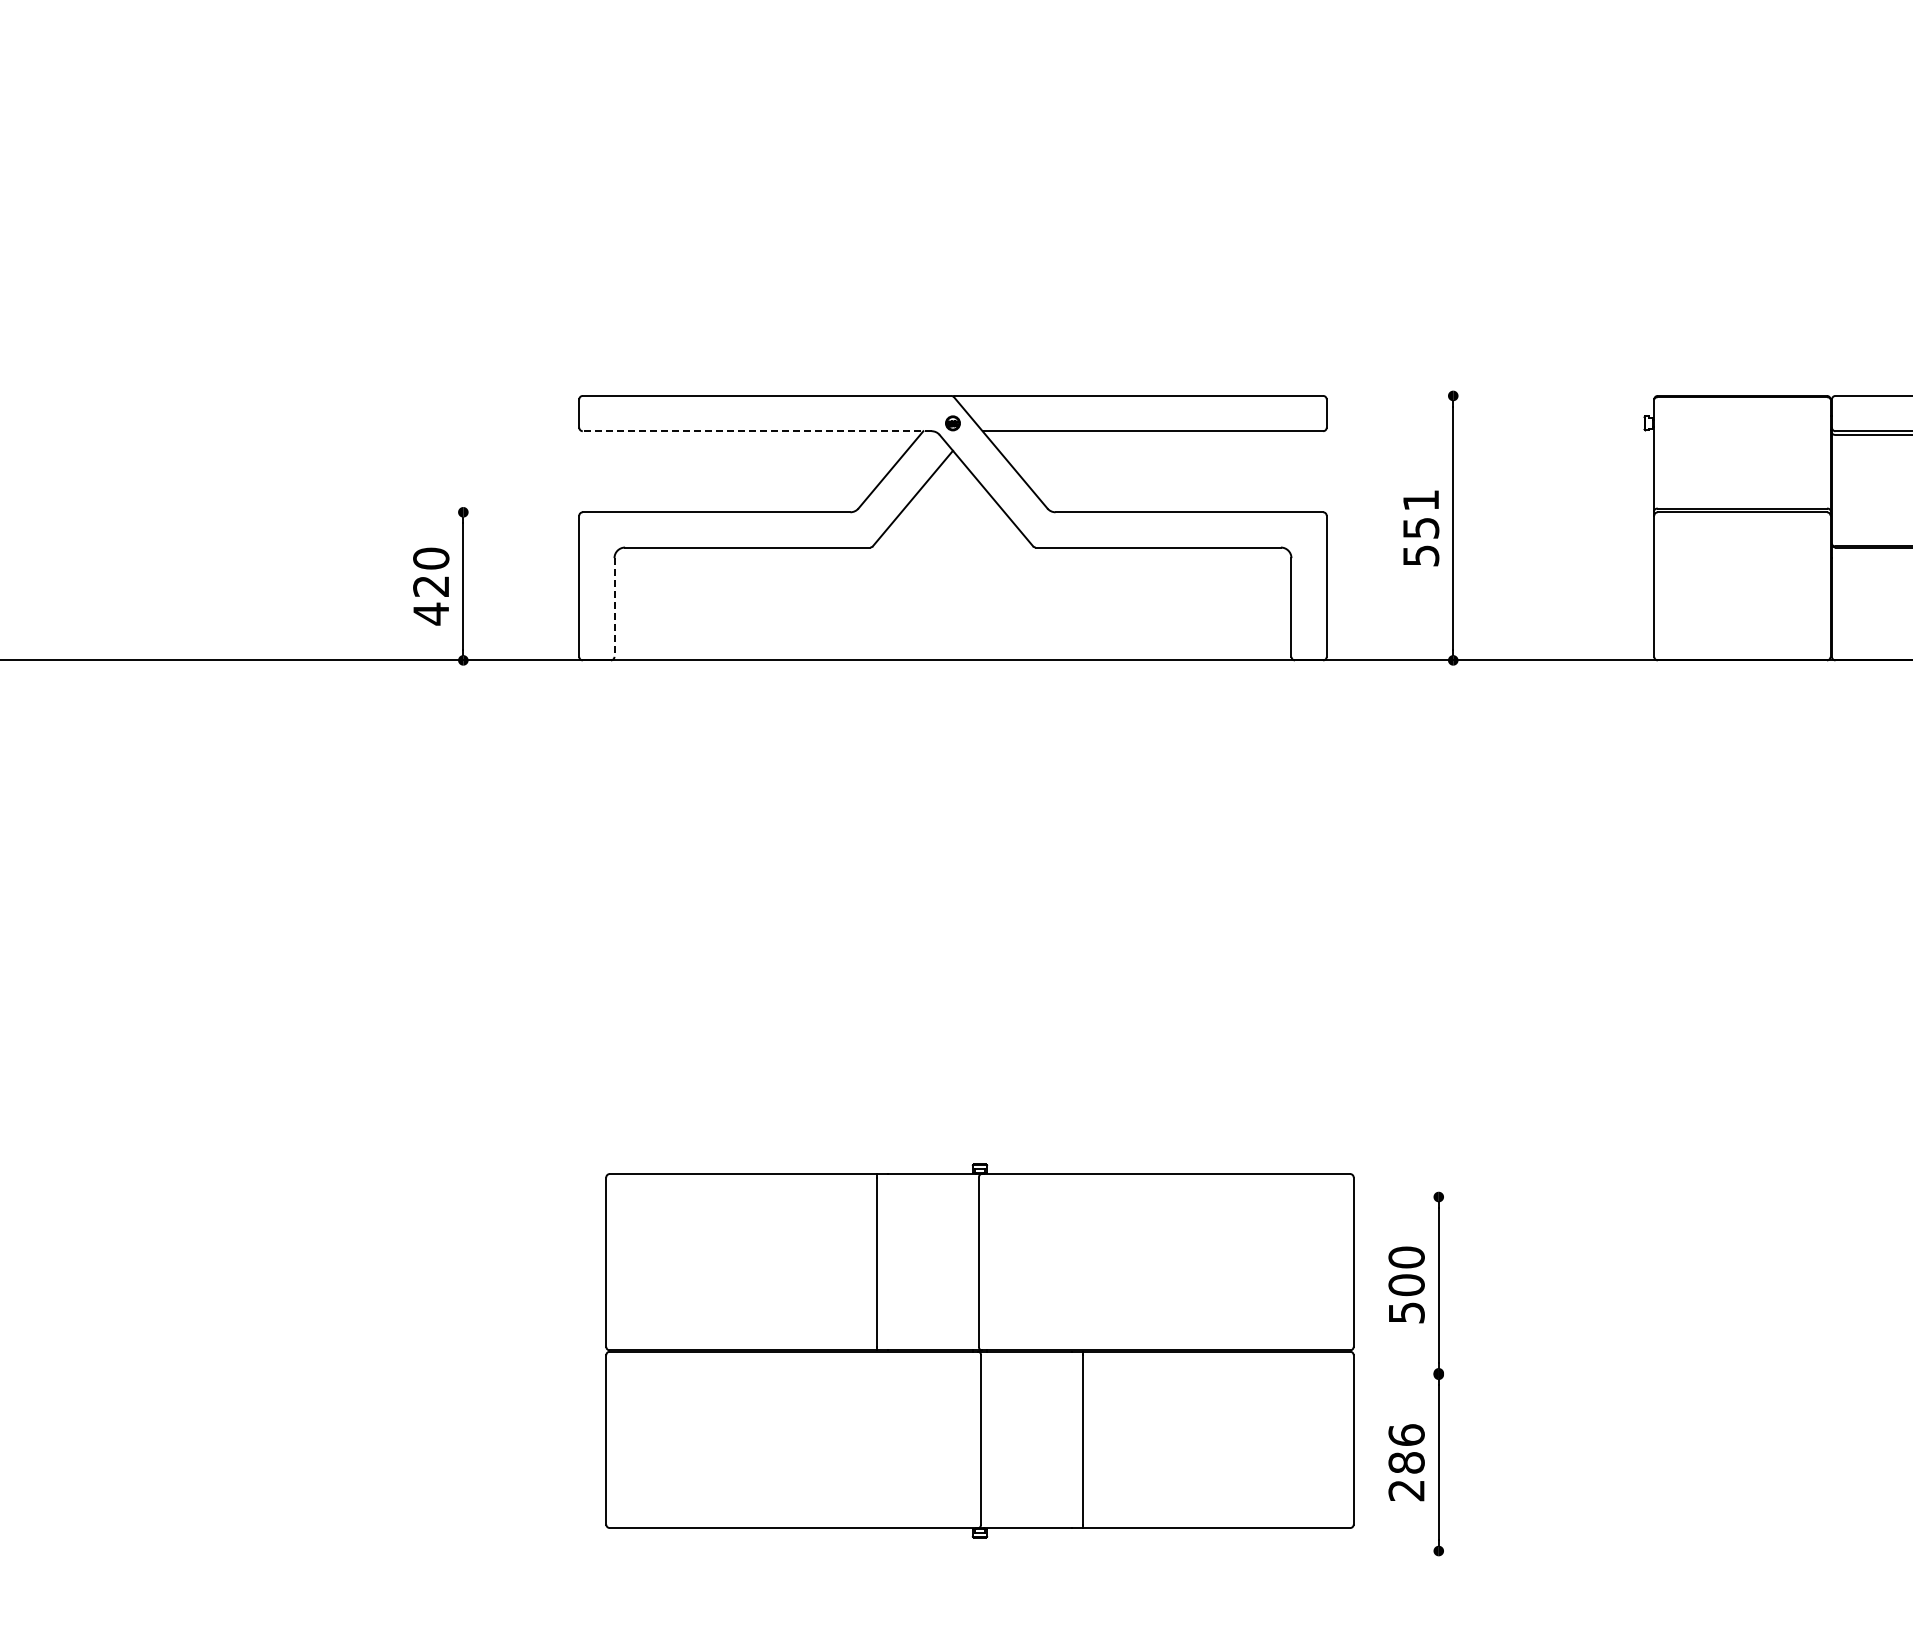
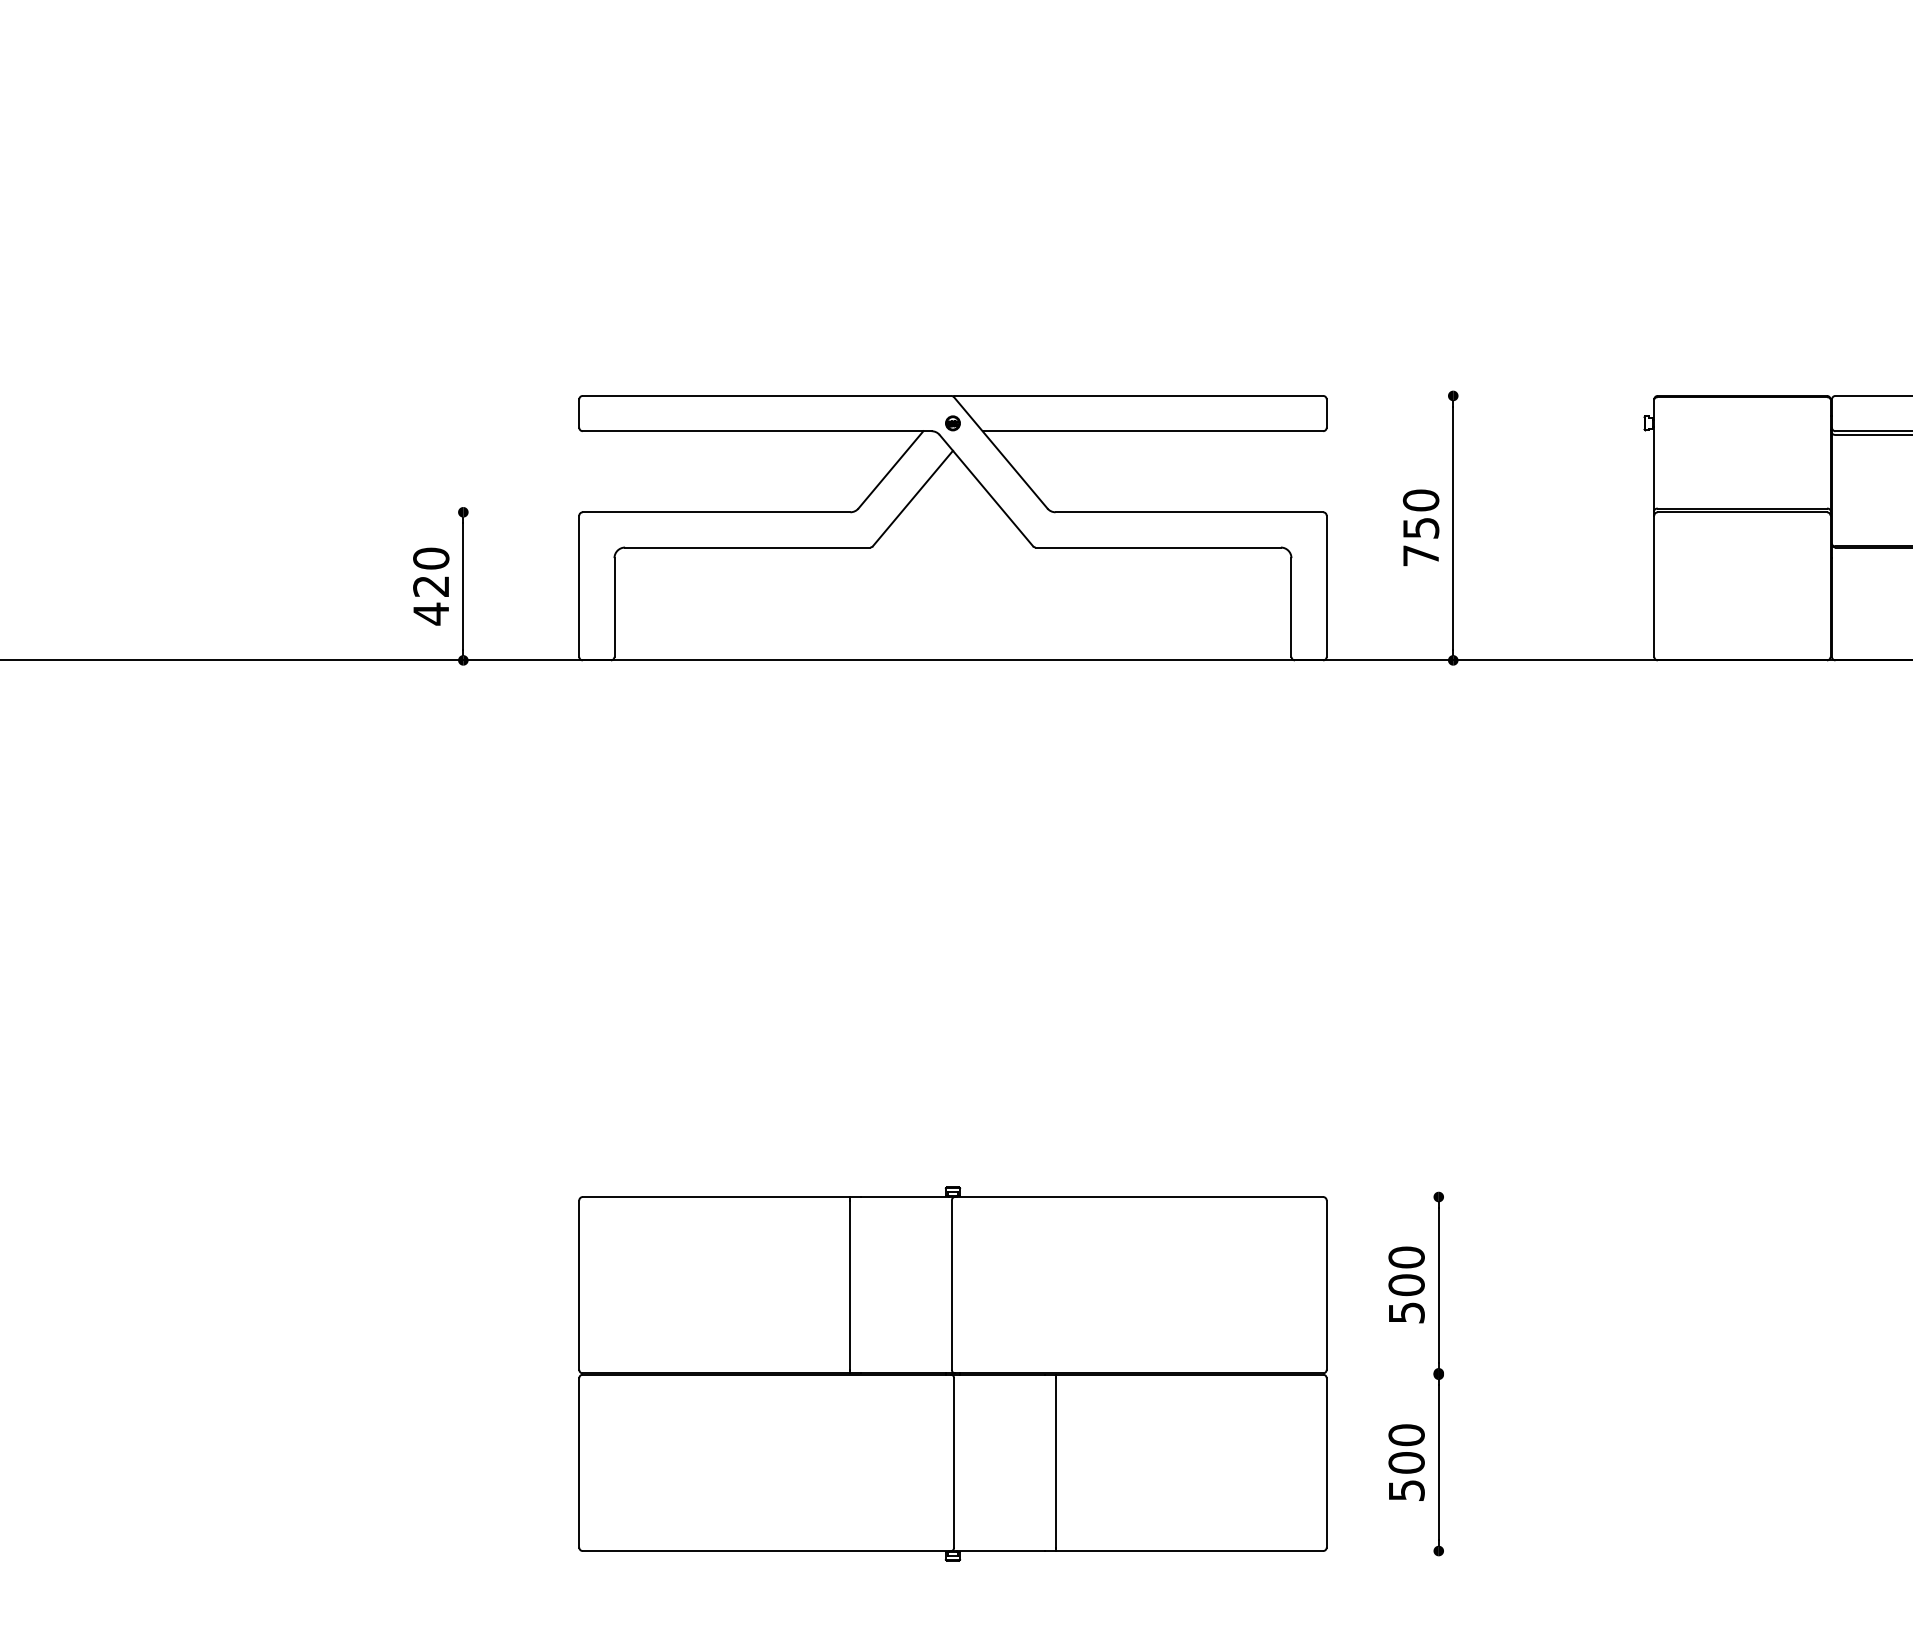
line at (756, 431): dashed -> solid
text at (1420, 527): 551 -> 750
line at (614, 608): dashed -> solid
part at (979, 1350) position: (979, 1350) -> (952, 1373)
text at (1406, 1462): 286 -> 500
